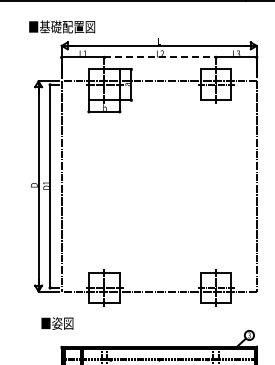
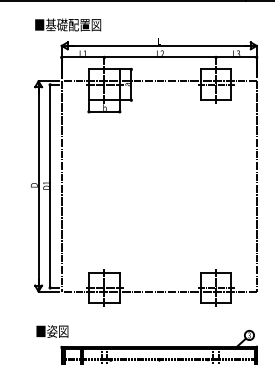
text at (62, 26) position: (62, 26) -> (68, 24)
line at (160, 57): dashed -> solid
text at (57, 323) position: (57, 323) -> (52, 331)
